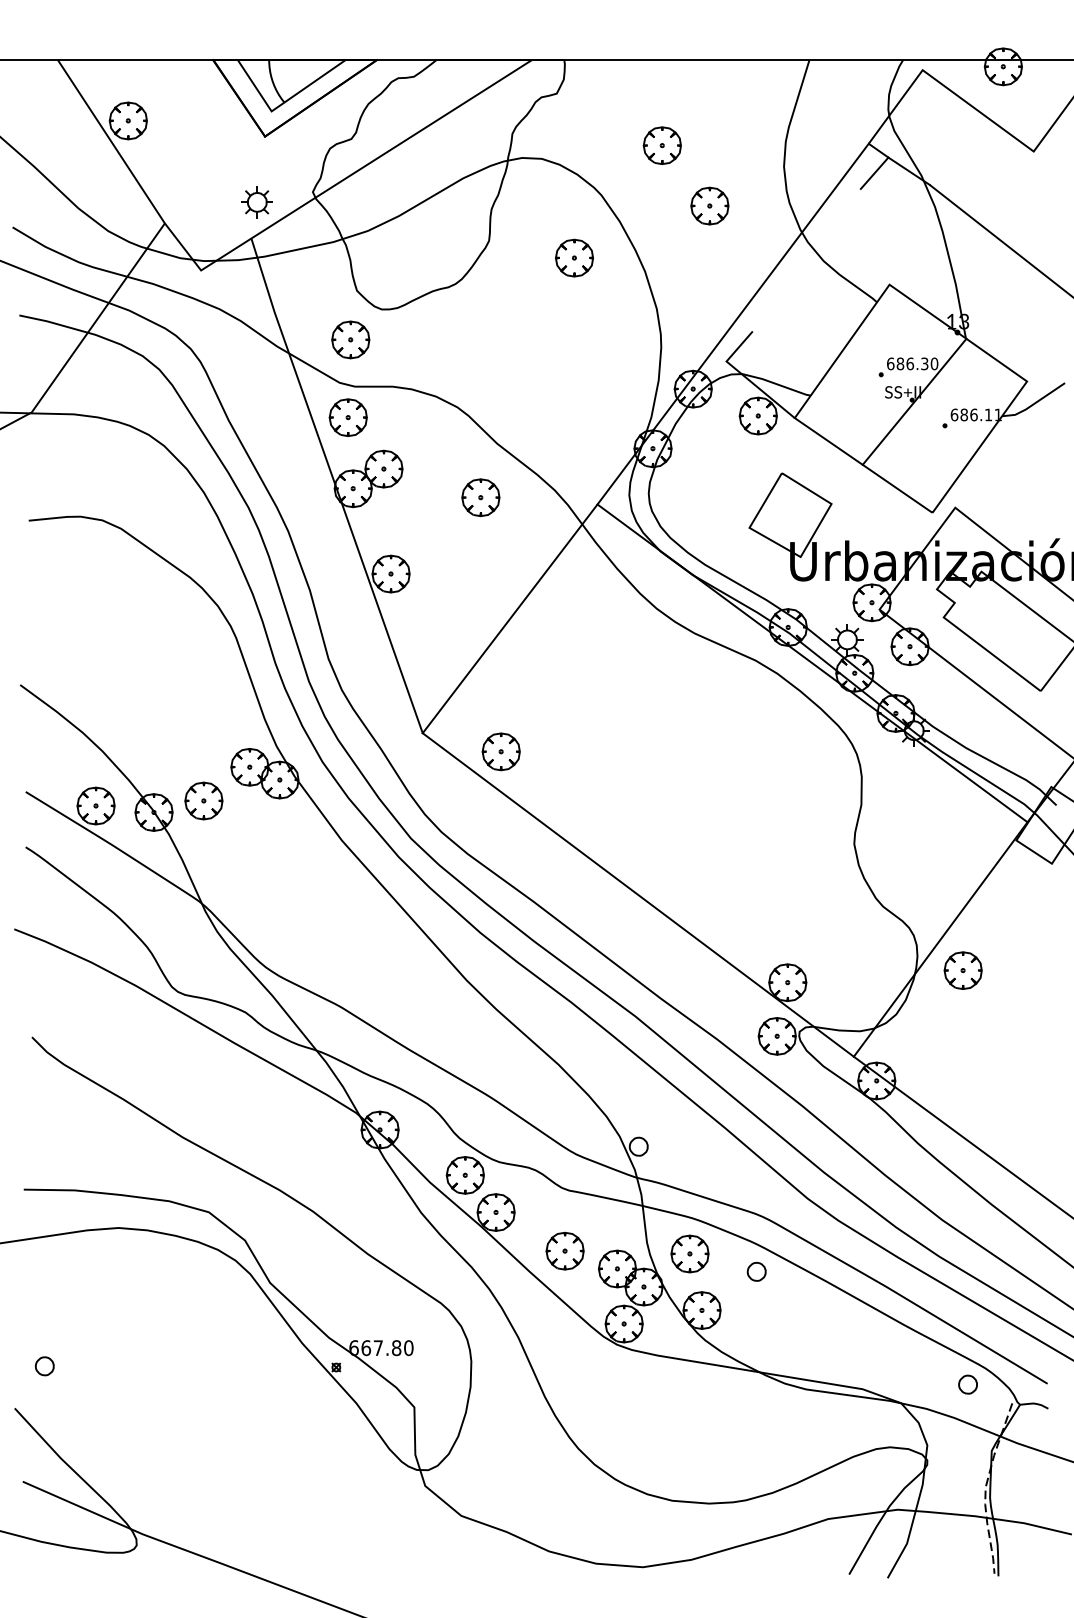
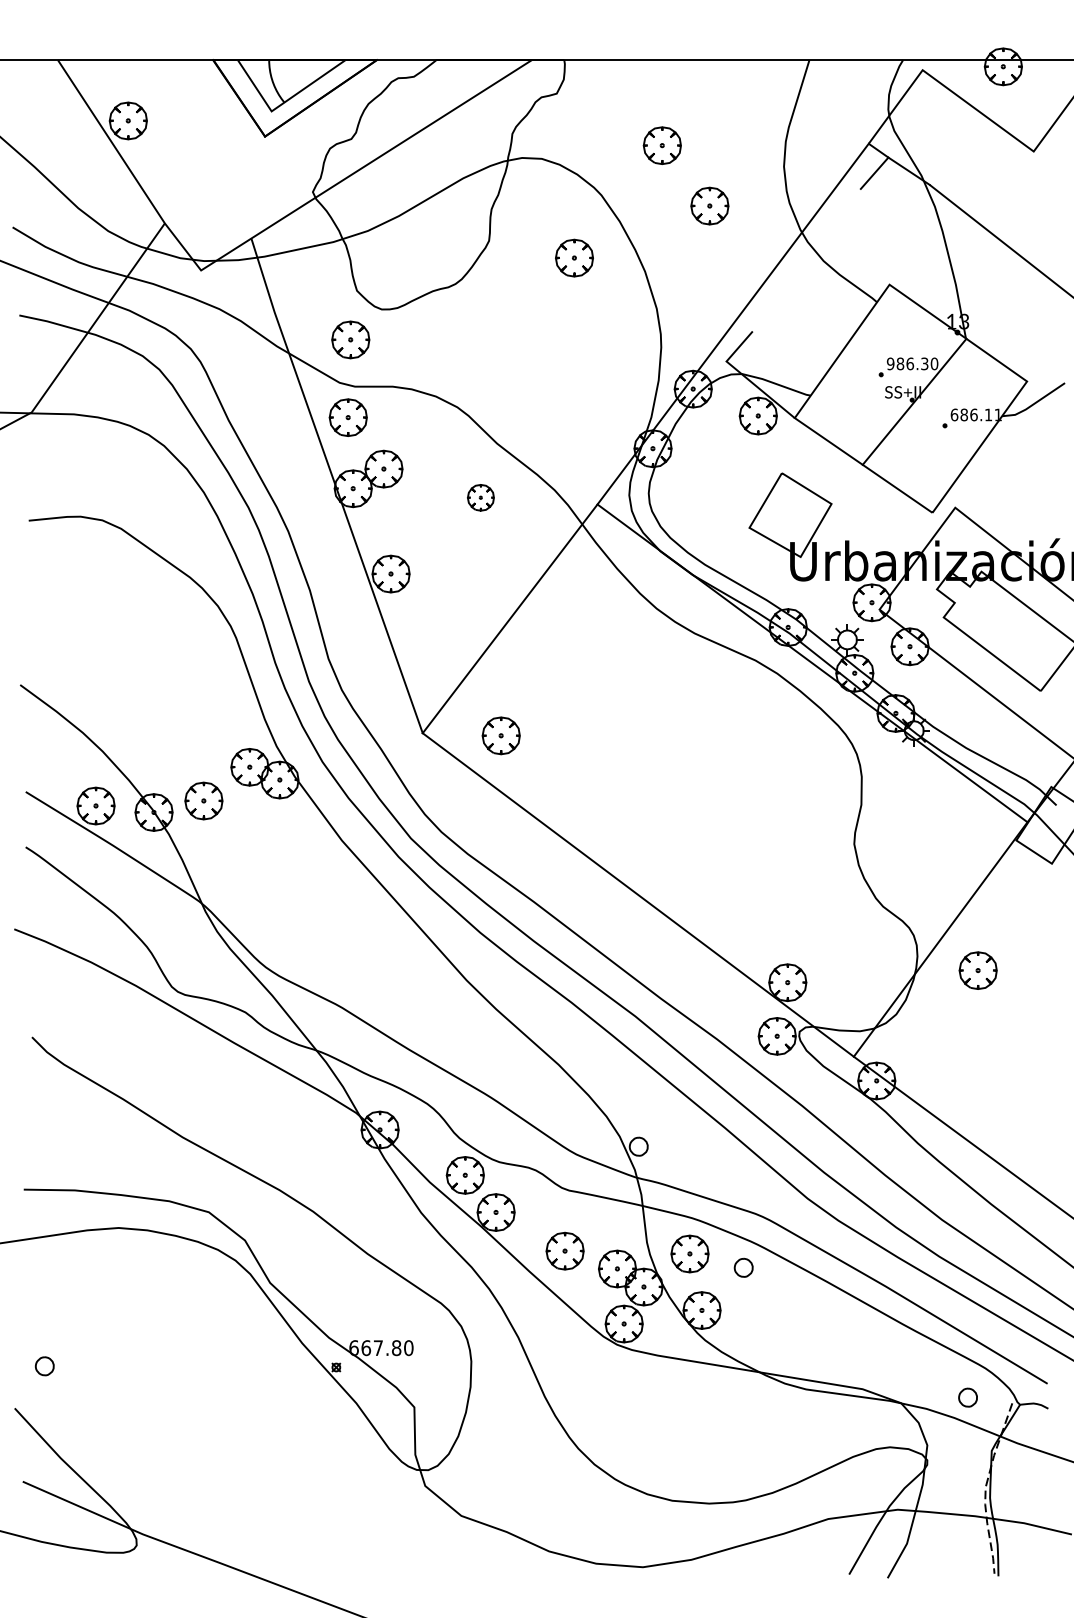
part at (256, 202): present -> none
text at (890, 363): 686.30 -> 986.30
part at (480, 497) size: 40x40 px -> 28x28 px
part at (500, 751) position: (500, 751) -> (500, 735)
part at (962, 970) position: (962, 970) -> (977, 970)
part at (756, 1271) position: (756, 1271) -> (743, 1267)
part at (967, 1384) position: (967, 1384) -> (967, 1397)
